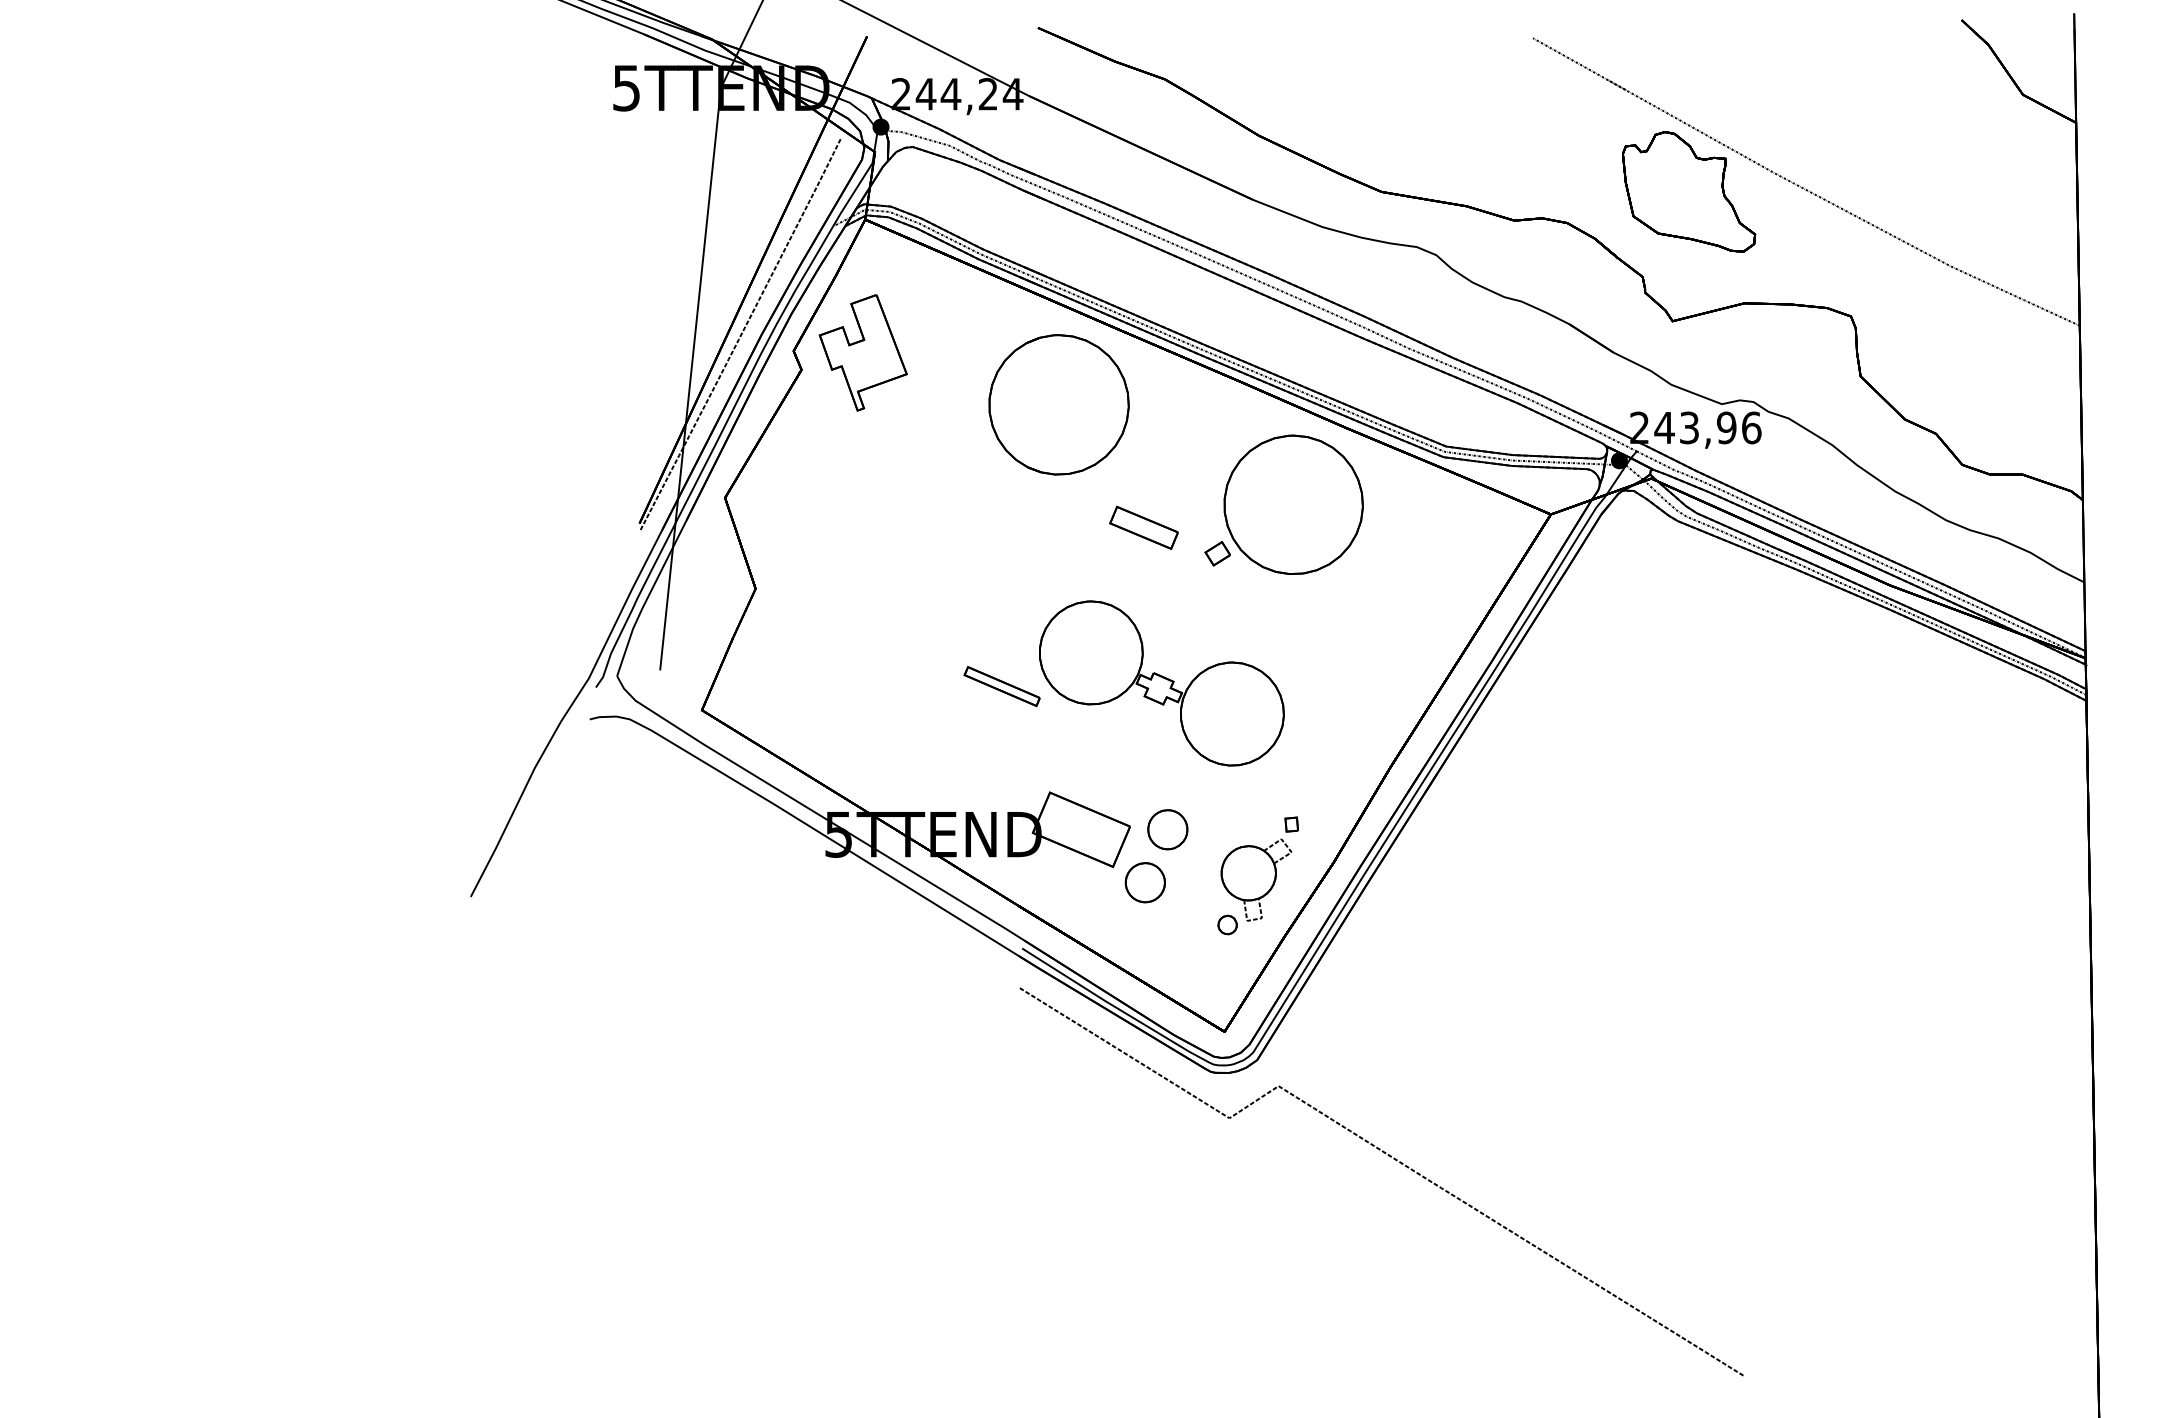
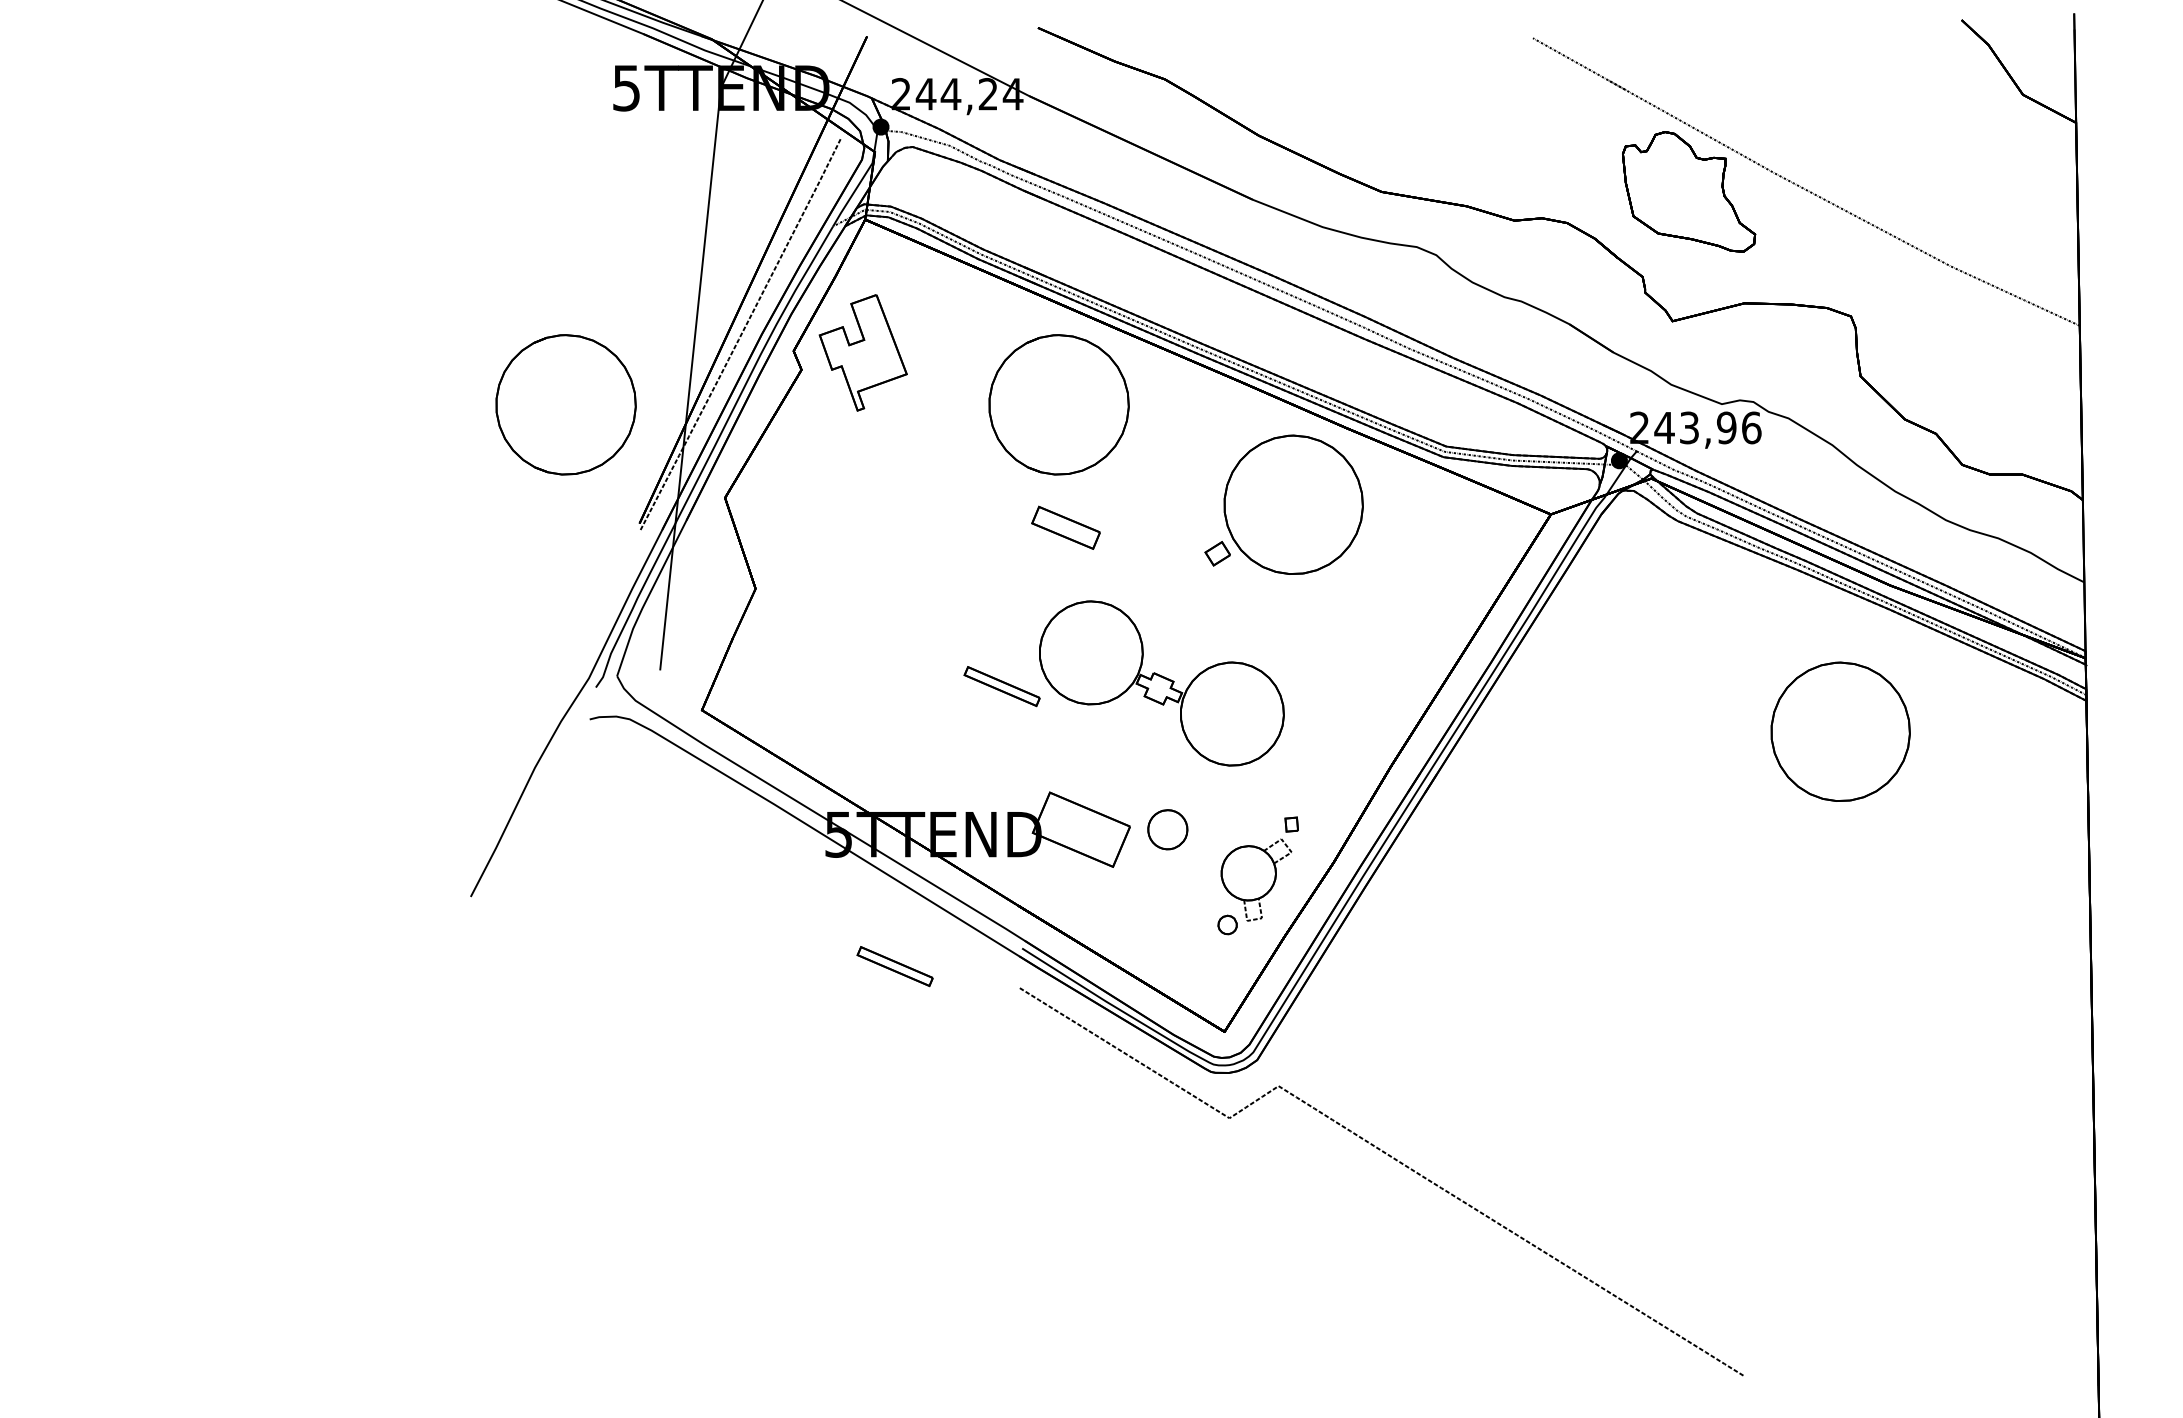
part at (565, 404): none -> present
part at (1143, 527) position: (1143, 527) -> (1065, 527)
part at (1840, 731): none -> present
part at (1144, 882): present -> none
part at (894, 966): none -> present
